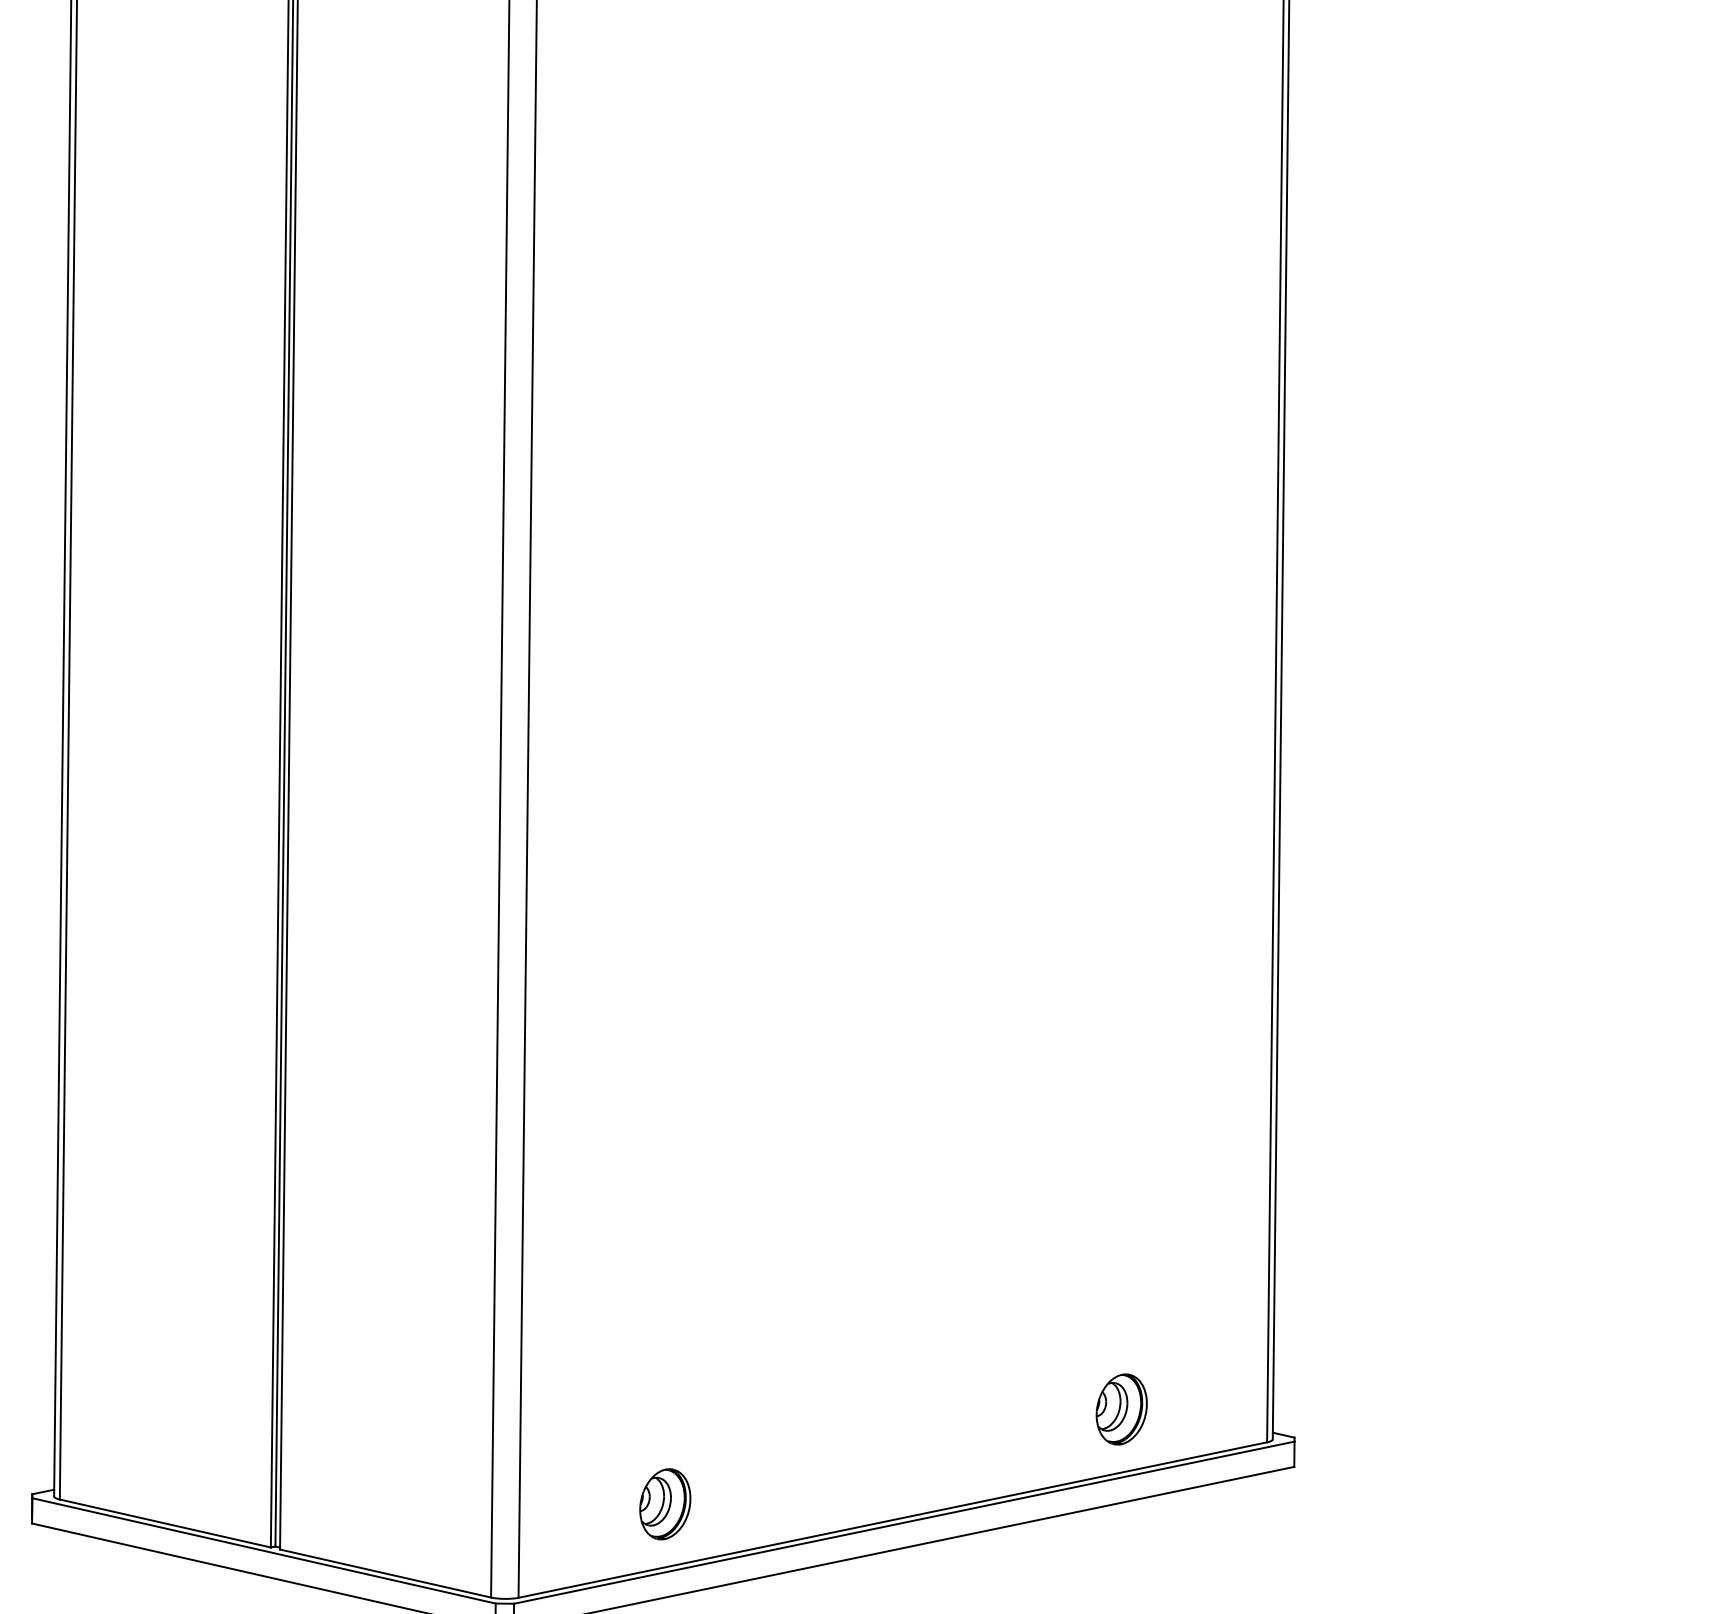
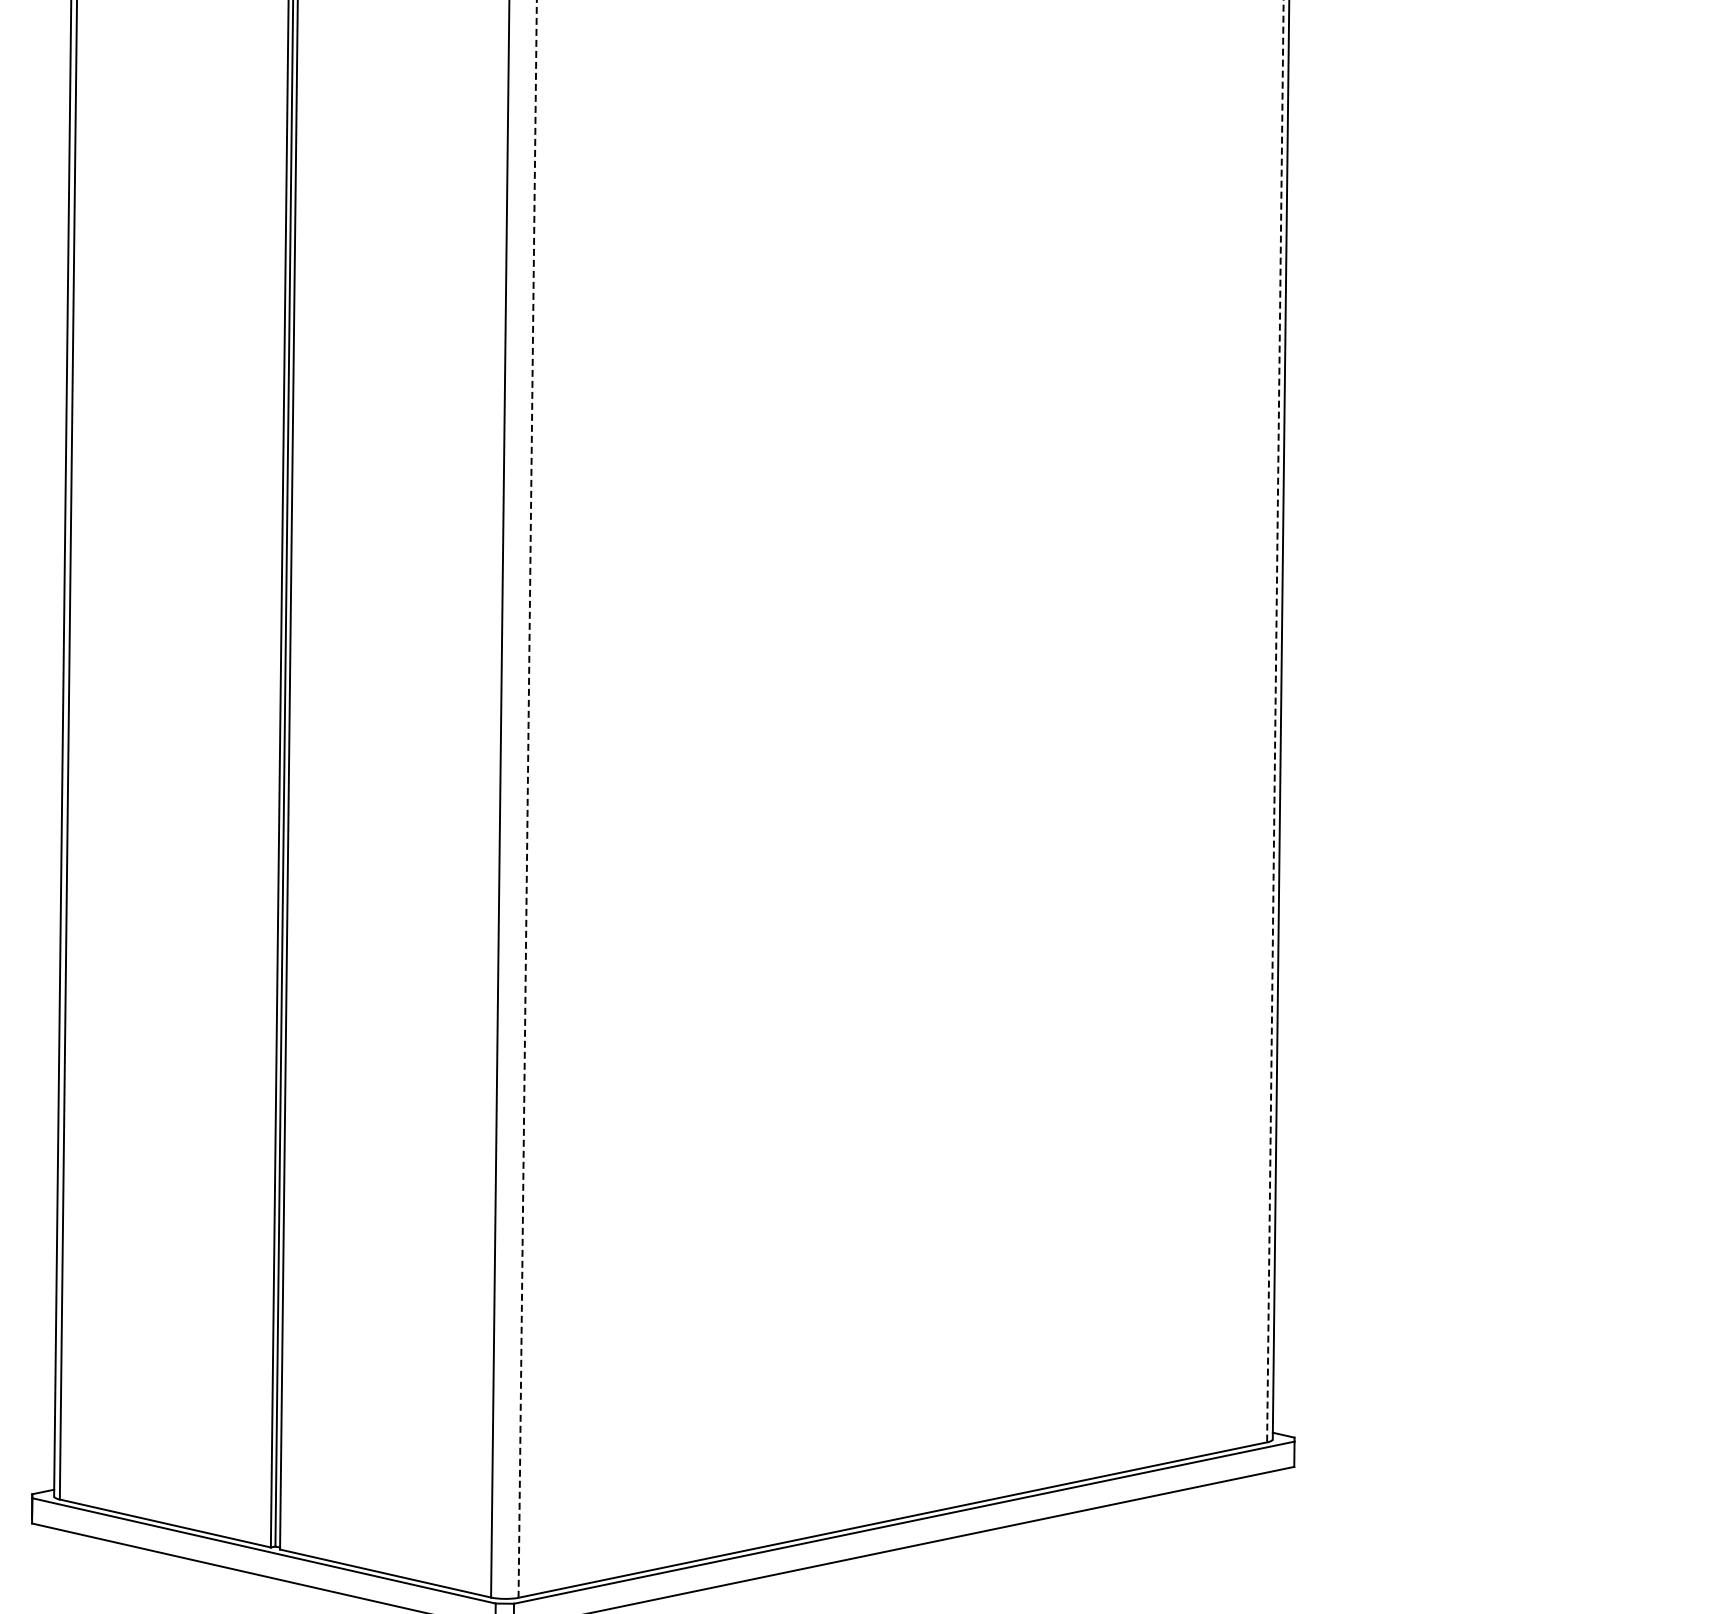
line at (1275, 721): solid -> dashed
line at (527, 798): solid -> dashed
part at (1121, 1409): present -> none
part at (665, 1504): present -> none
